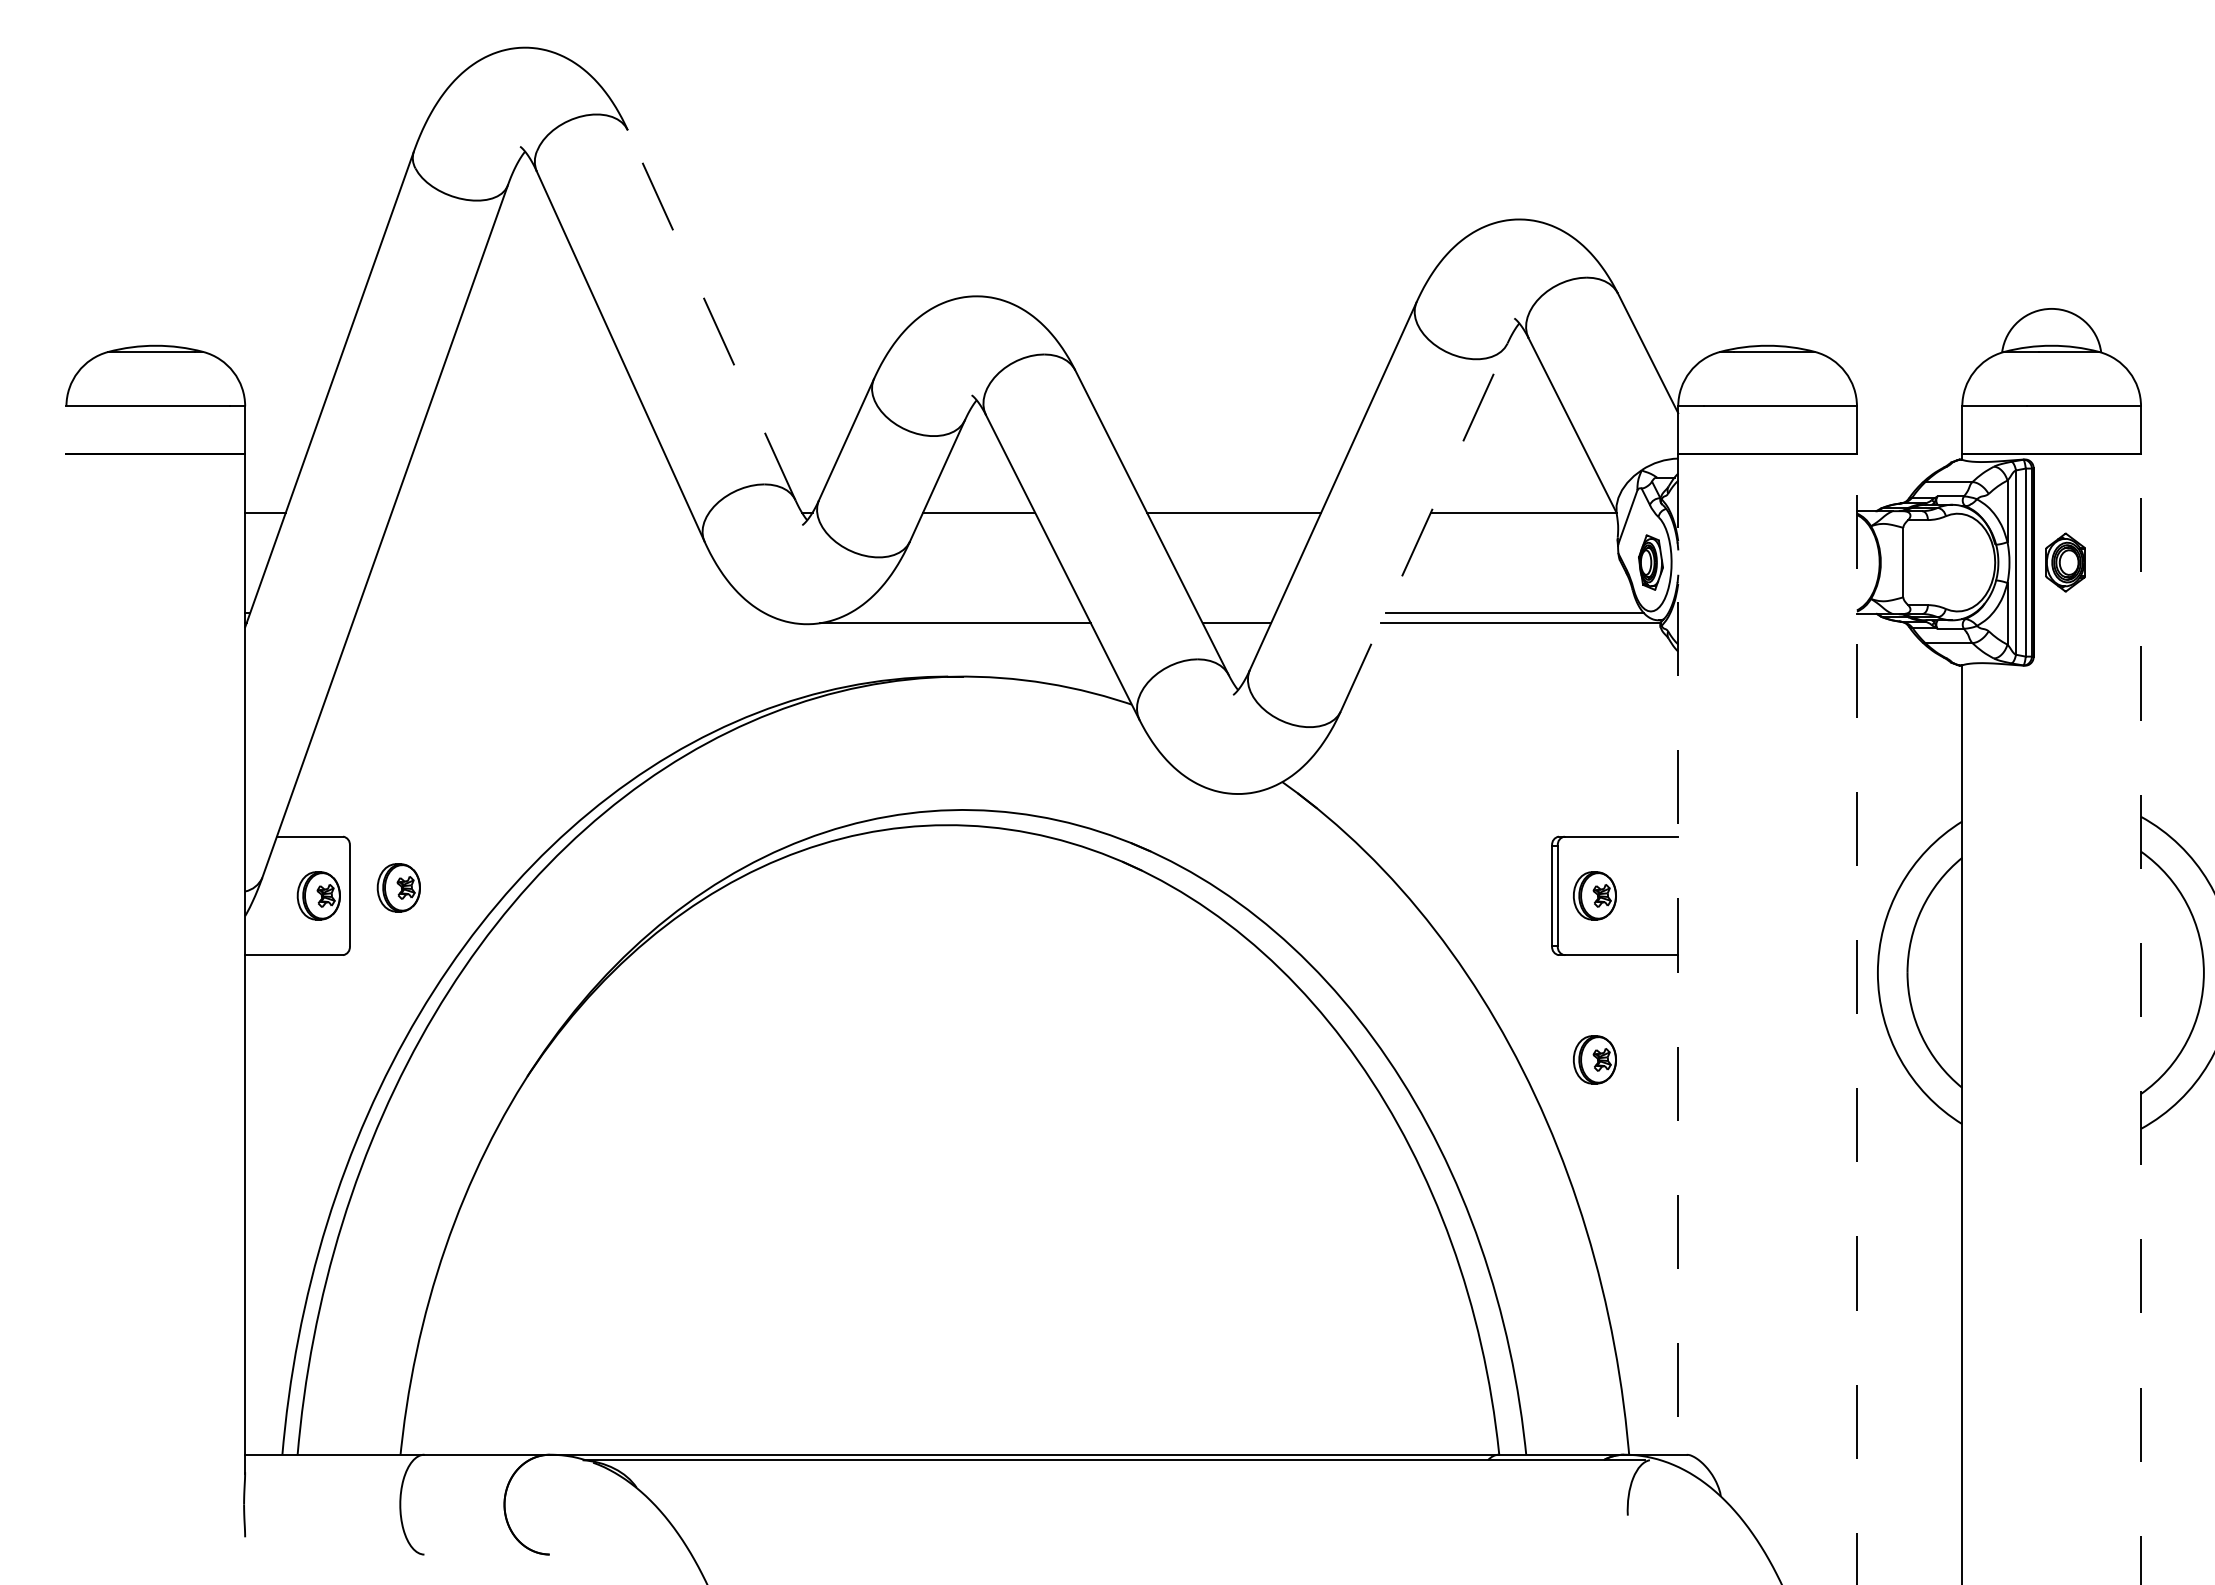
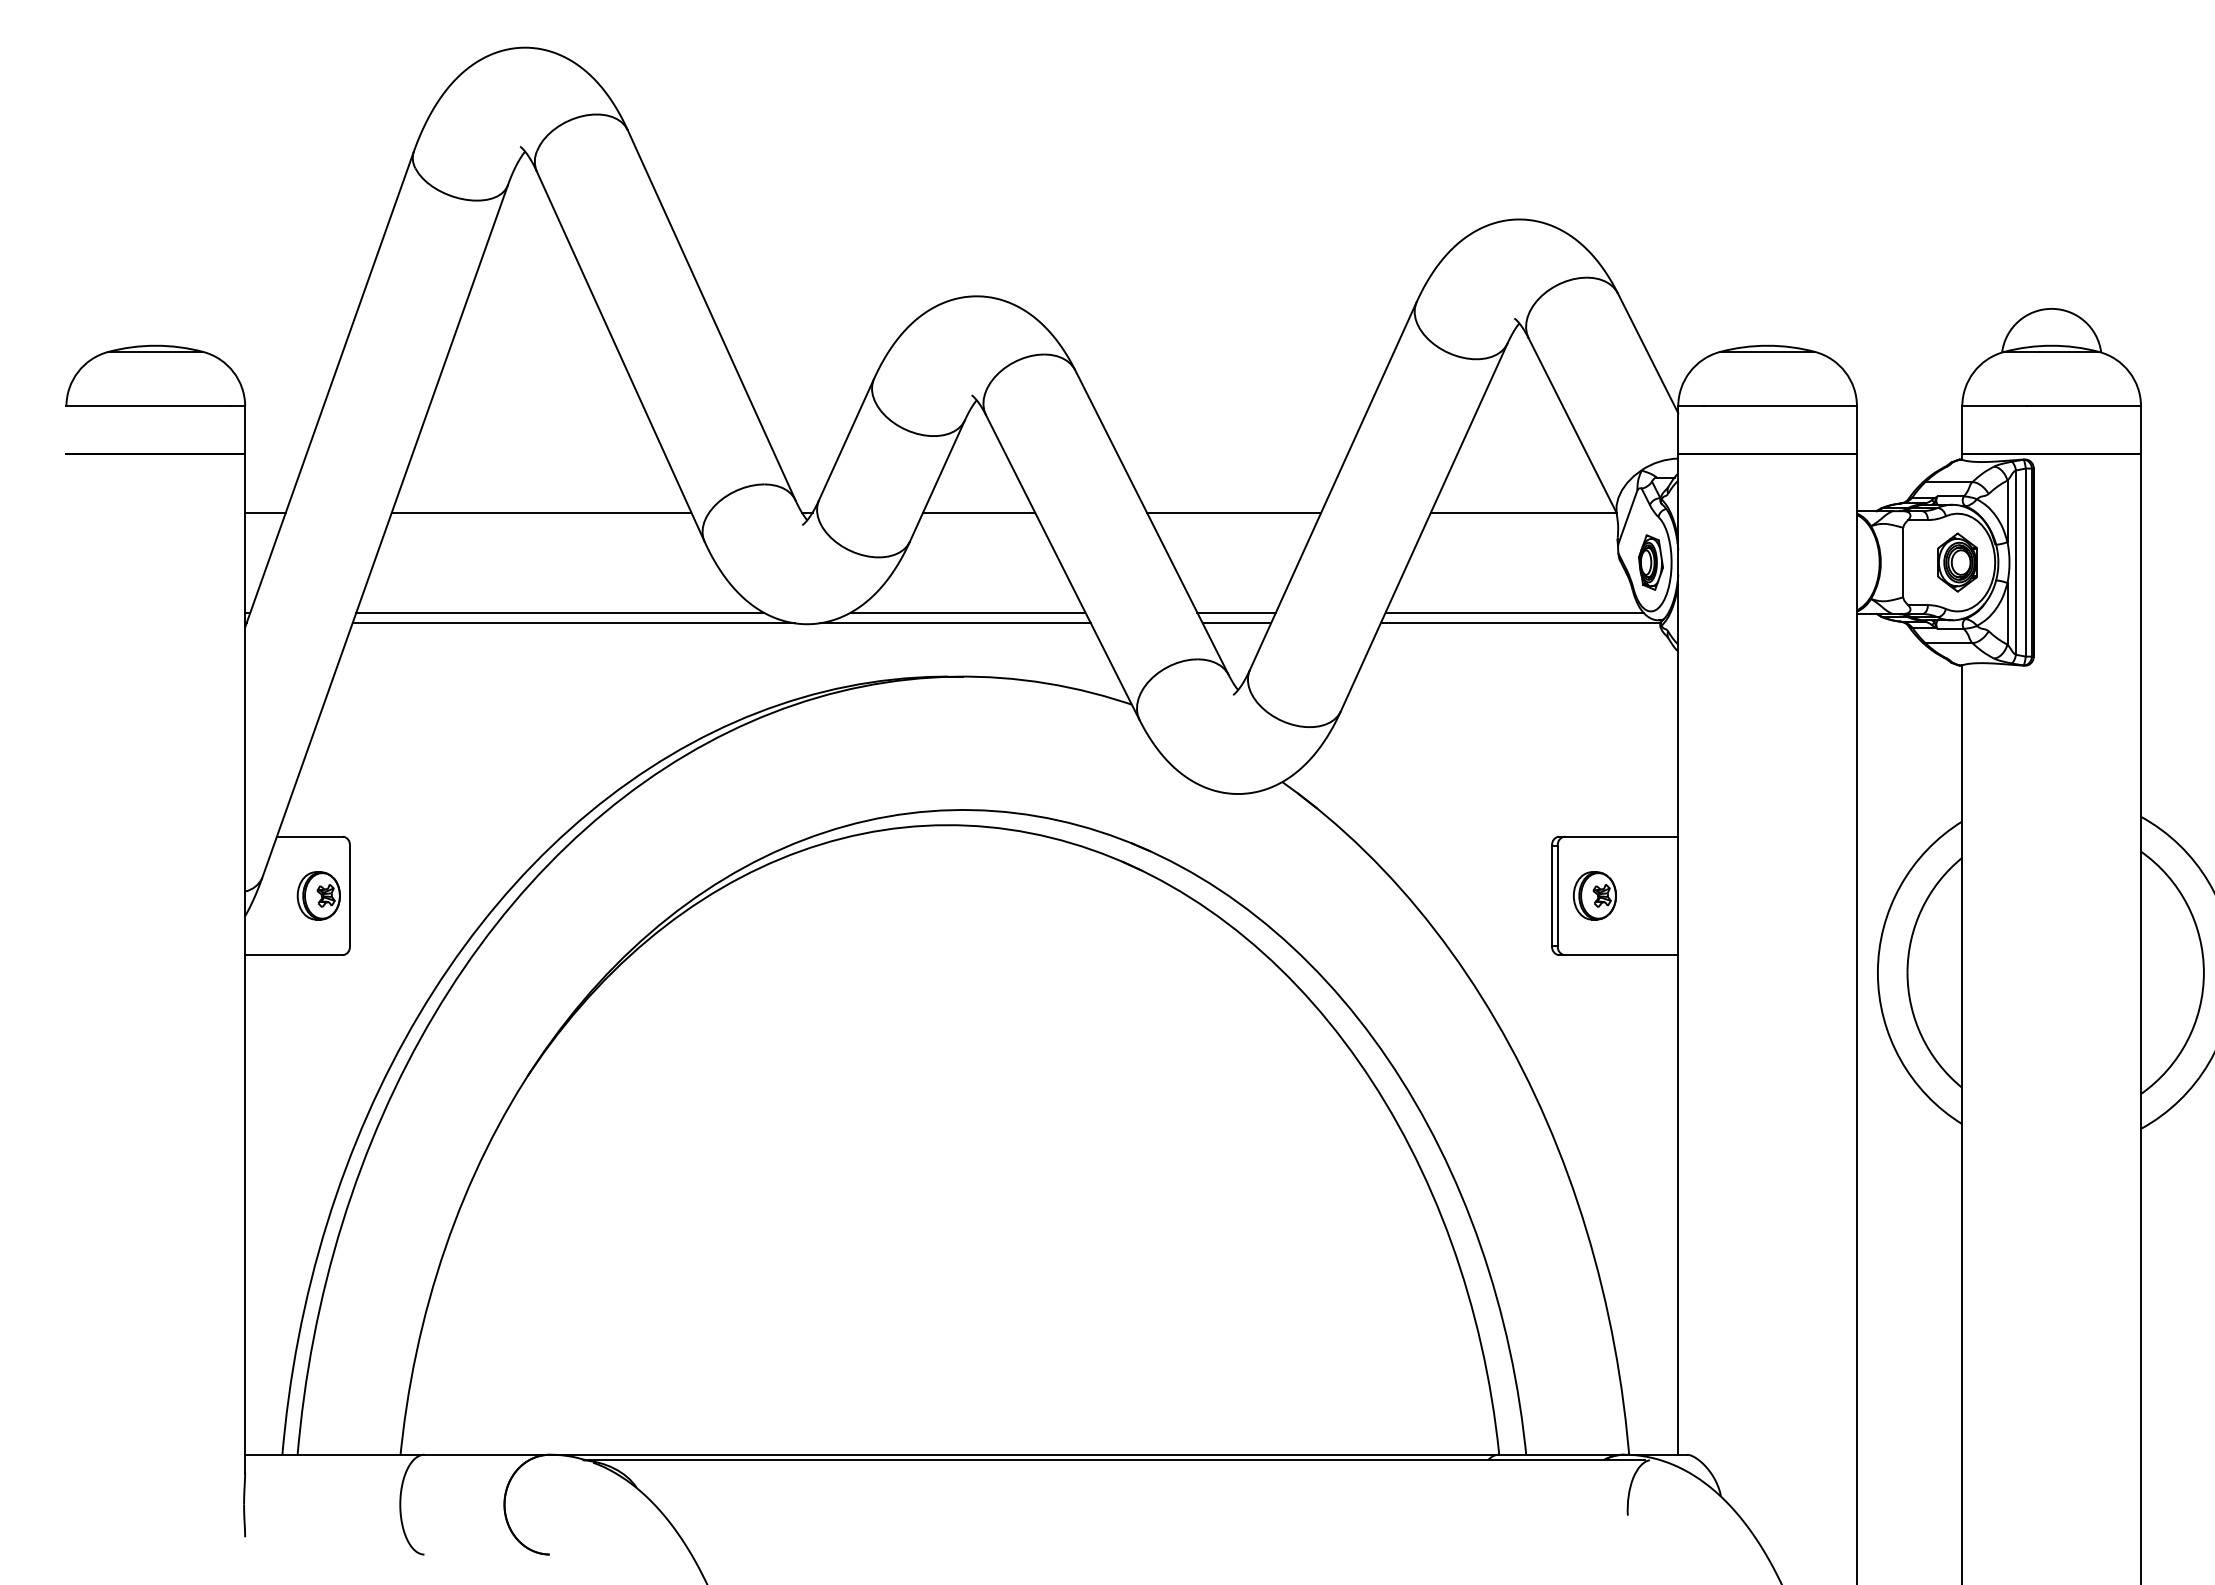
line at (711, 314): dashed -> solid
line at (541, 512): none -> present
line at (1424, 527): dashed -> solid
part at (2065, 562) position: (2065, 562) -> (1957, 562)
line at (559, 612): none -> present
line at (967, 612): none -> present
line at (1236, 612): none -> present
line at (573, 623): none -> present
part at (398, 887): present -> none
line at (1678, 954): dashed -> solid
line at (1856, 1018): dashed -> solid
line at (2141, 1018): dashed -> solid
part at (1594, 1059): present -> none
